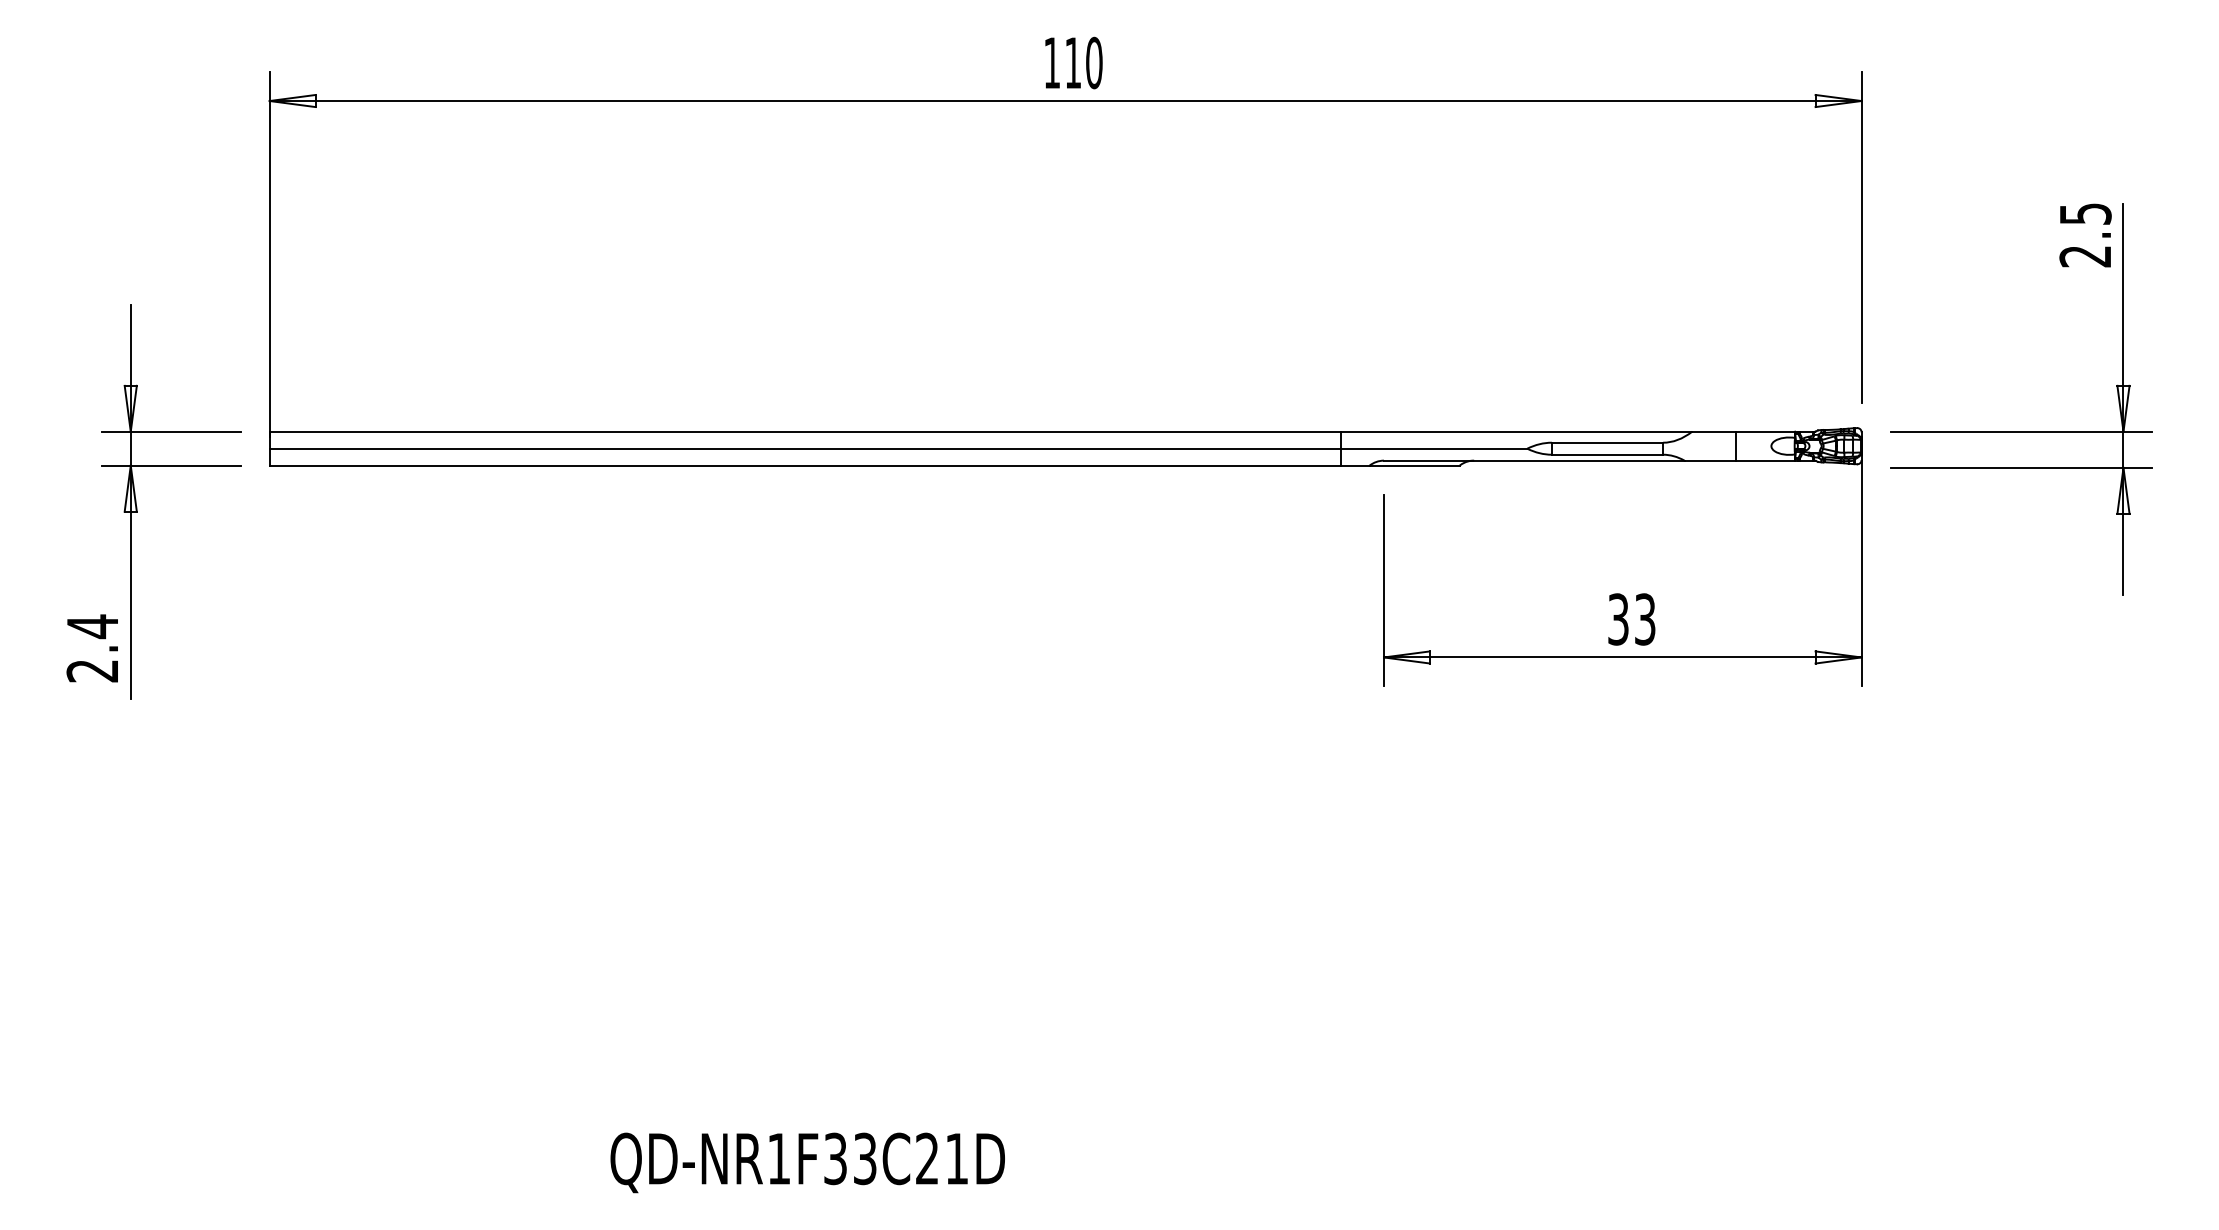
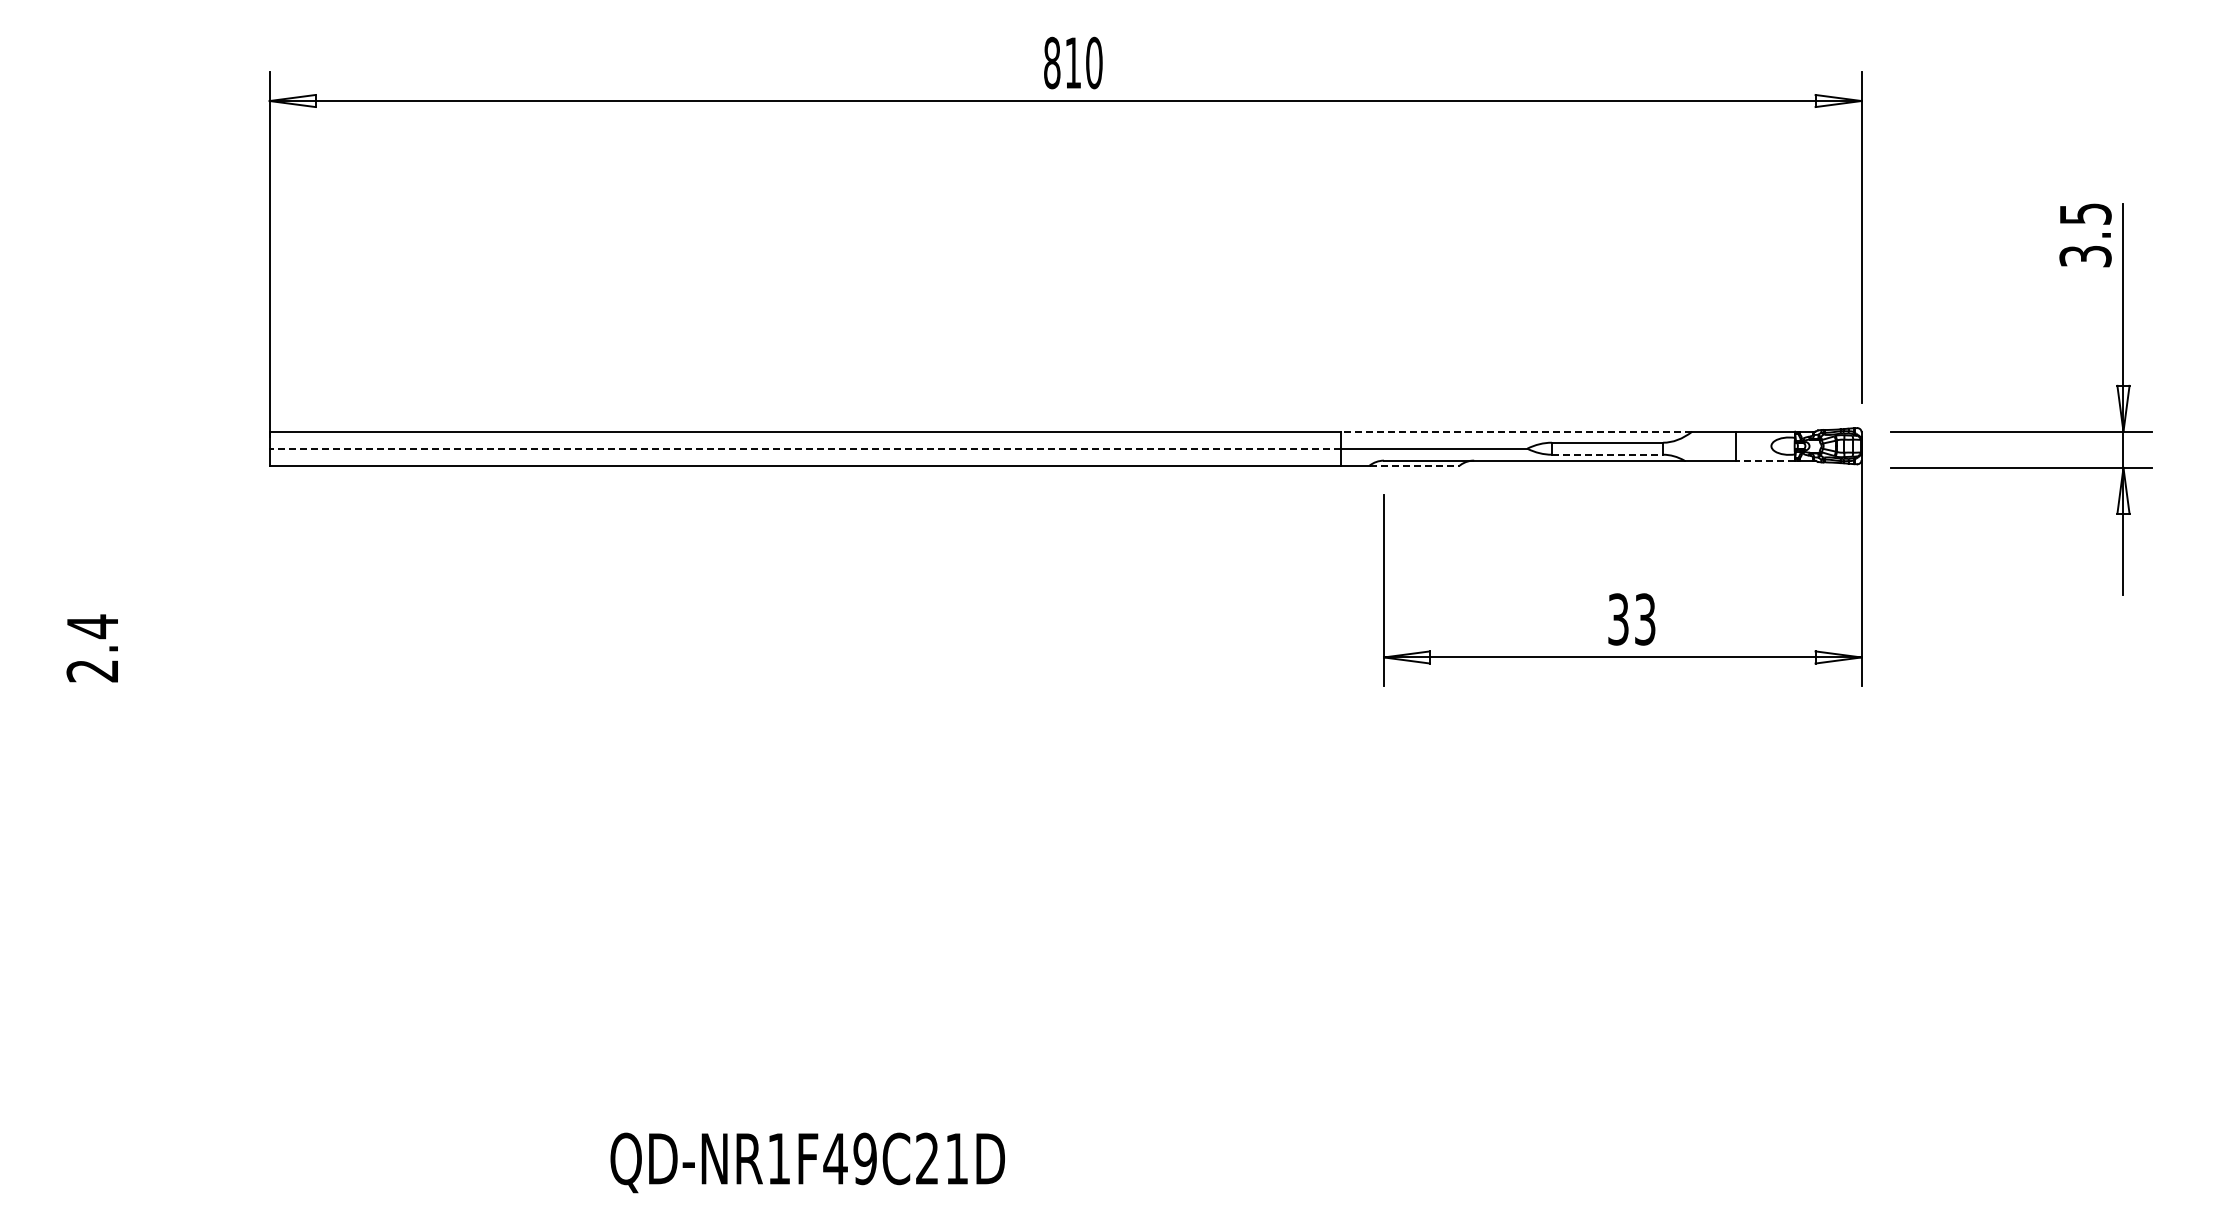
text at (1052, 62): 110 -> 810
text at (2085, 256): 2.5 -> 3.5
line at (1516, 431): solid -> dashed
line at (804, 448): solid -> dashed
line at (1607, 454): solid -> dashed
line at (1765, 460): solid -> dashed
line at (1415, 465): solid -> dashed
part at (137, 506): present -> none
text at (849, 1158): QD-NR1F33C21D -> QD-NR1F49C21D
